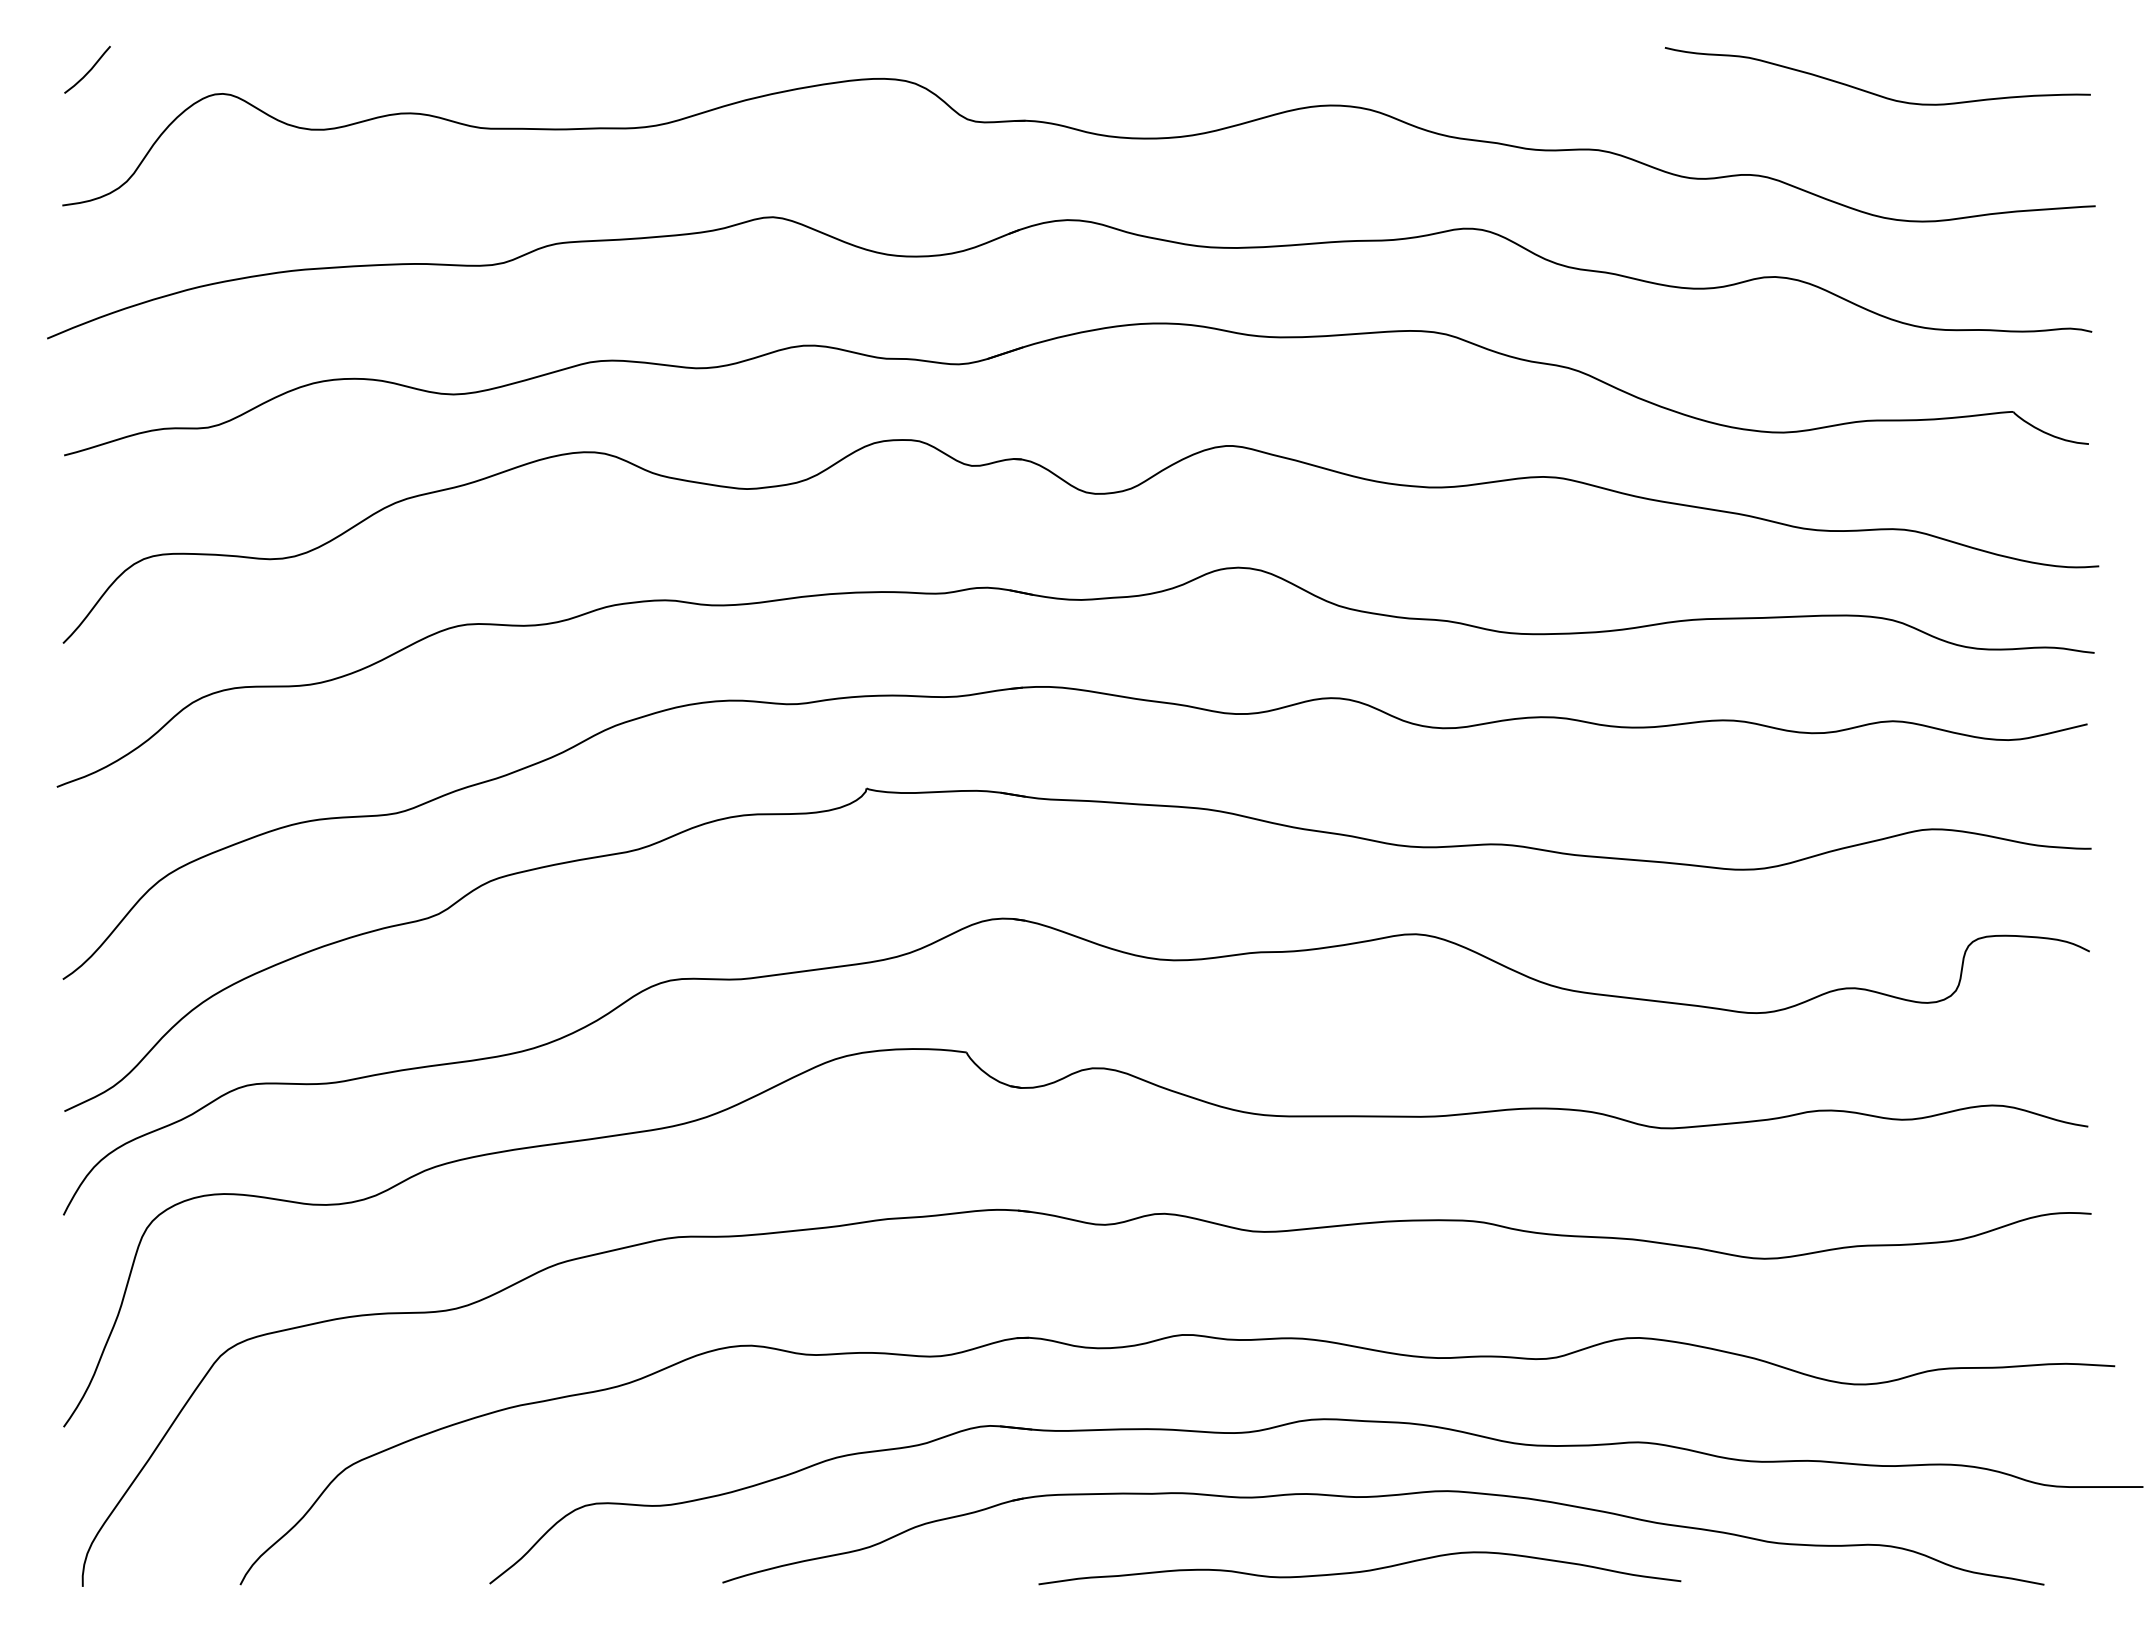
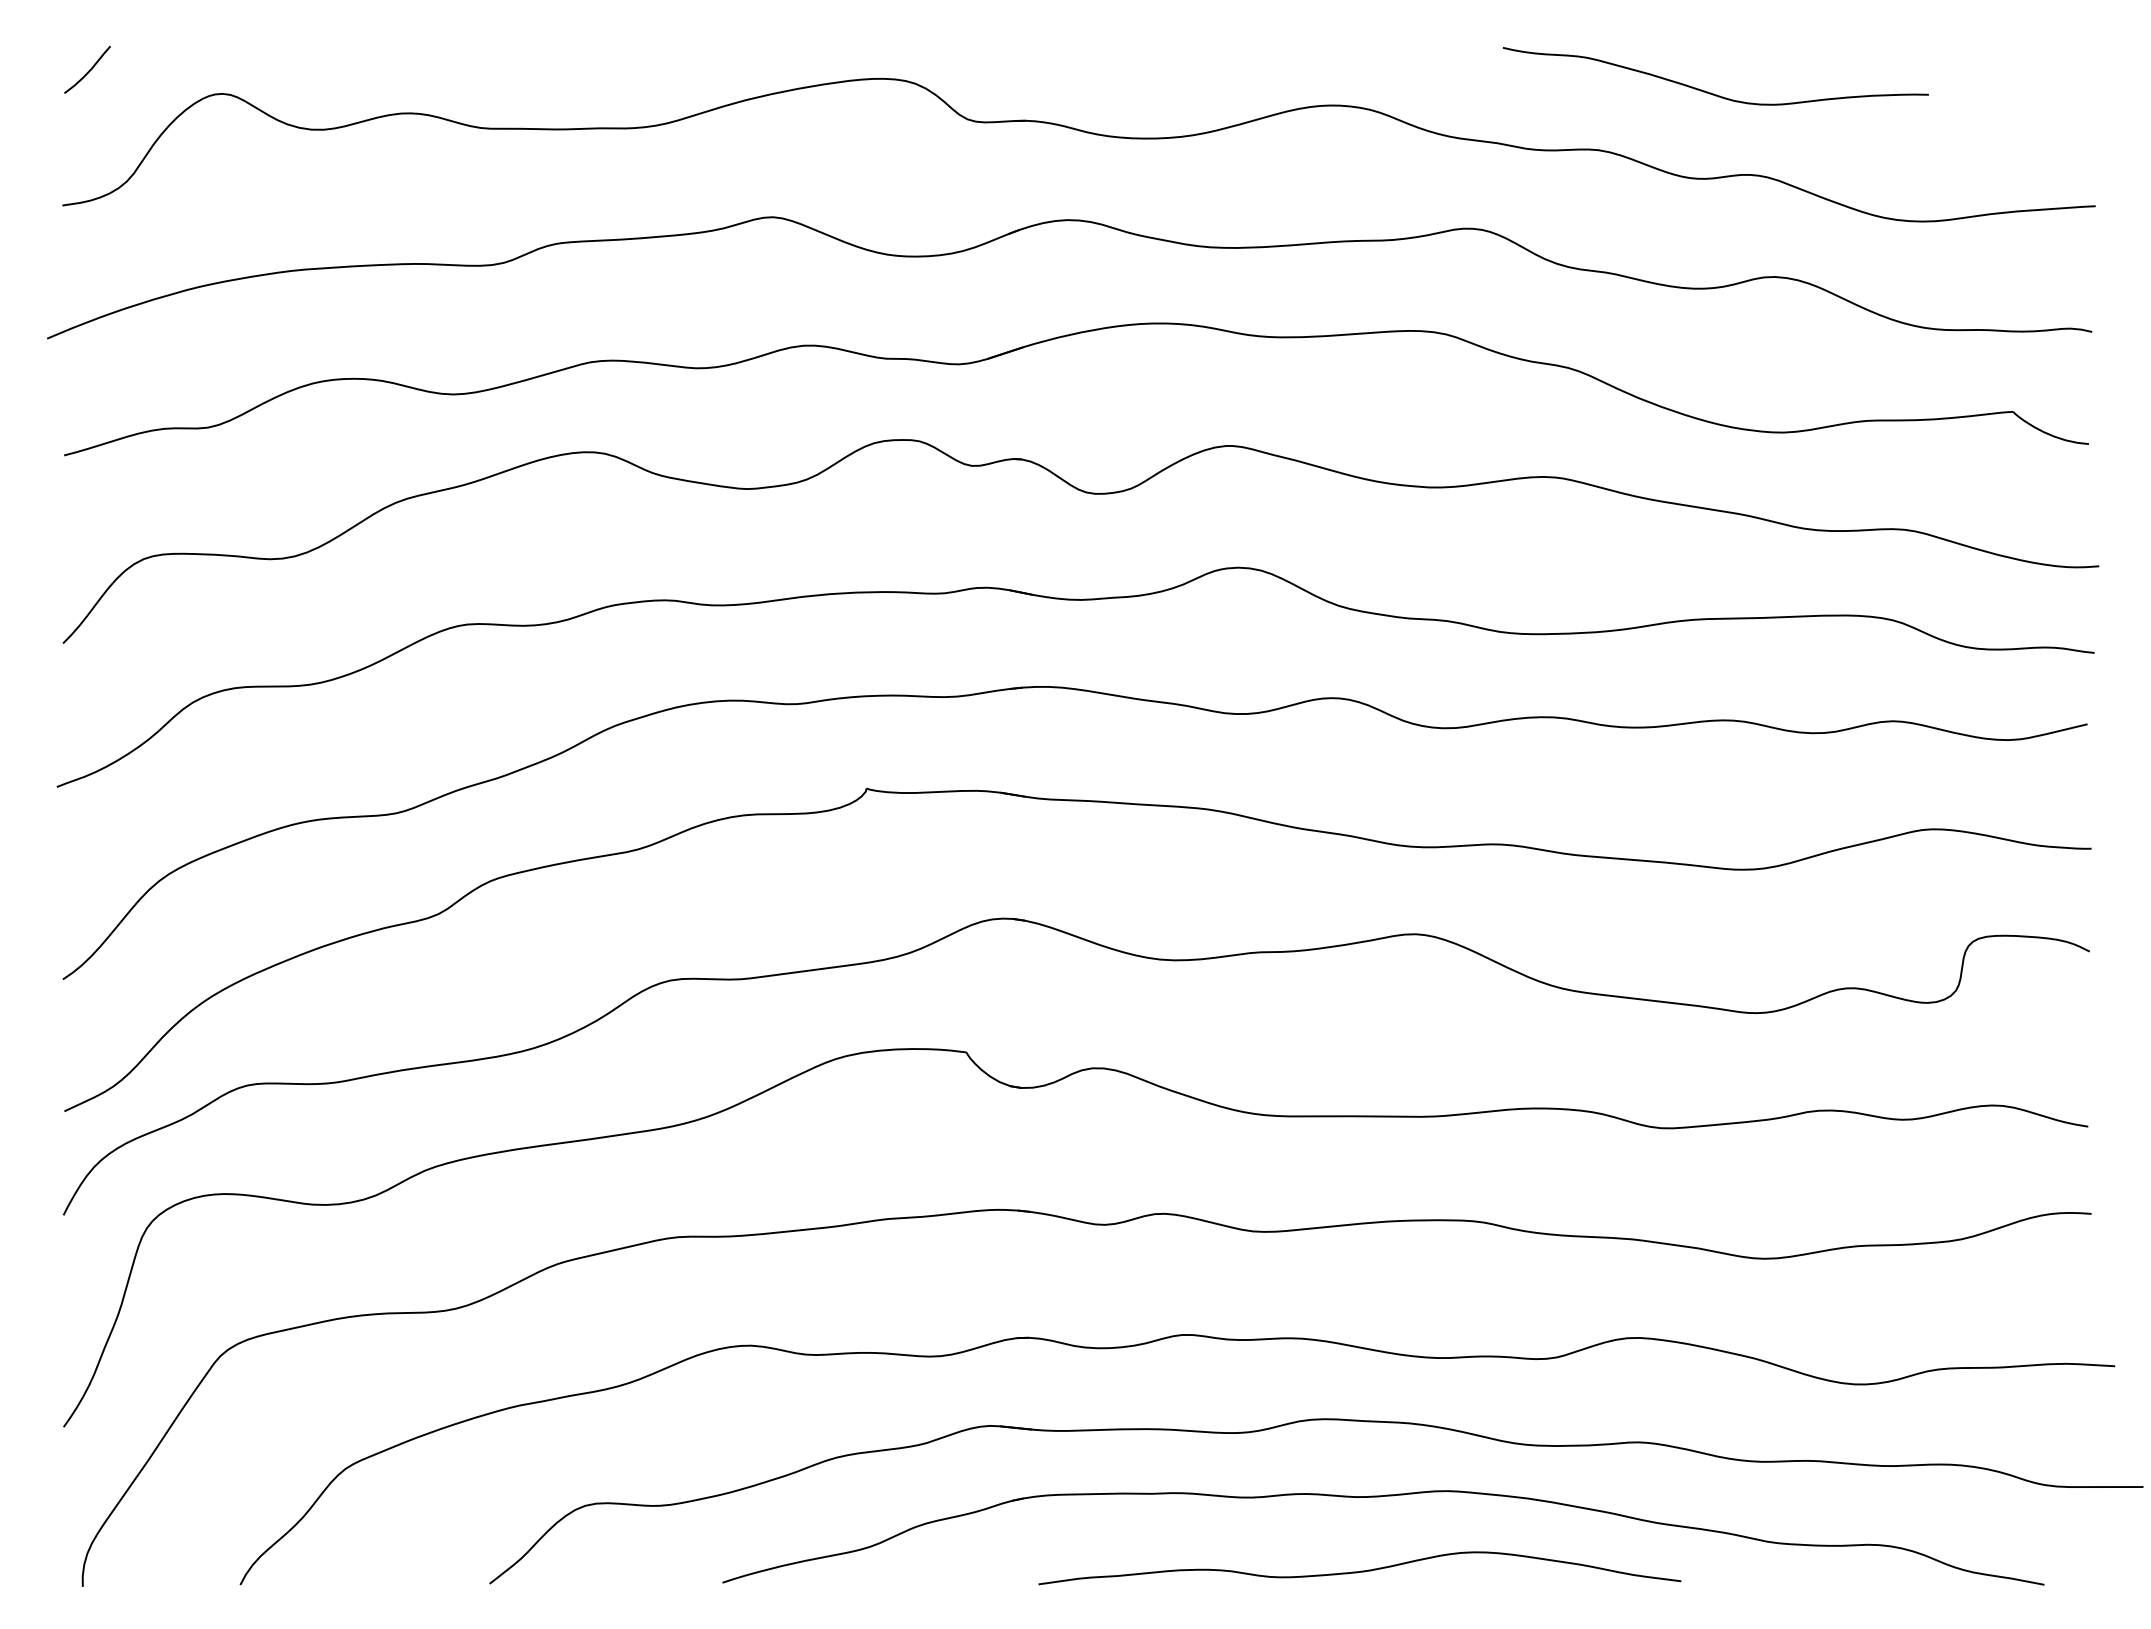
curve at (1872, 92) position: (1872, 92) -> (1710, 92)
